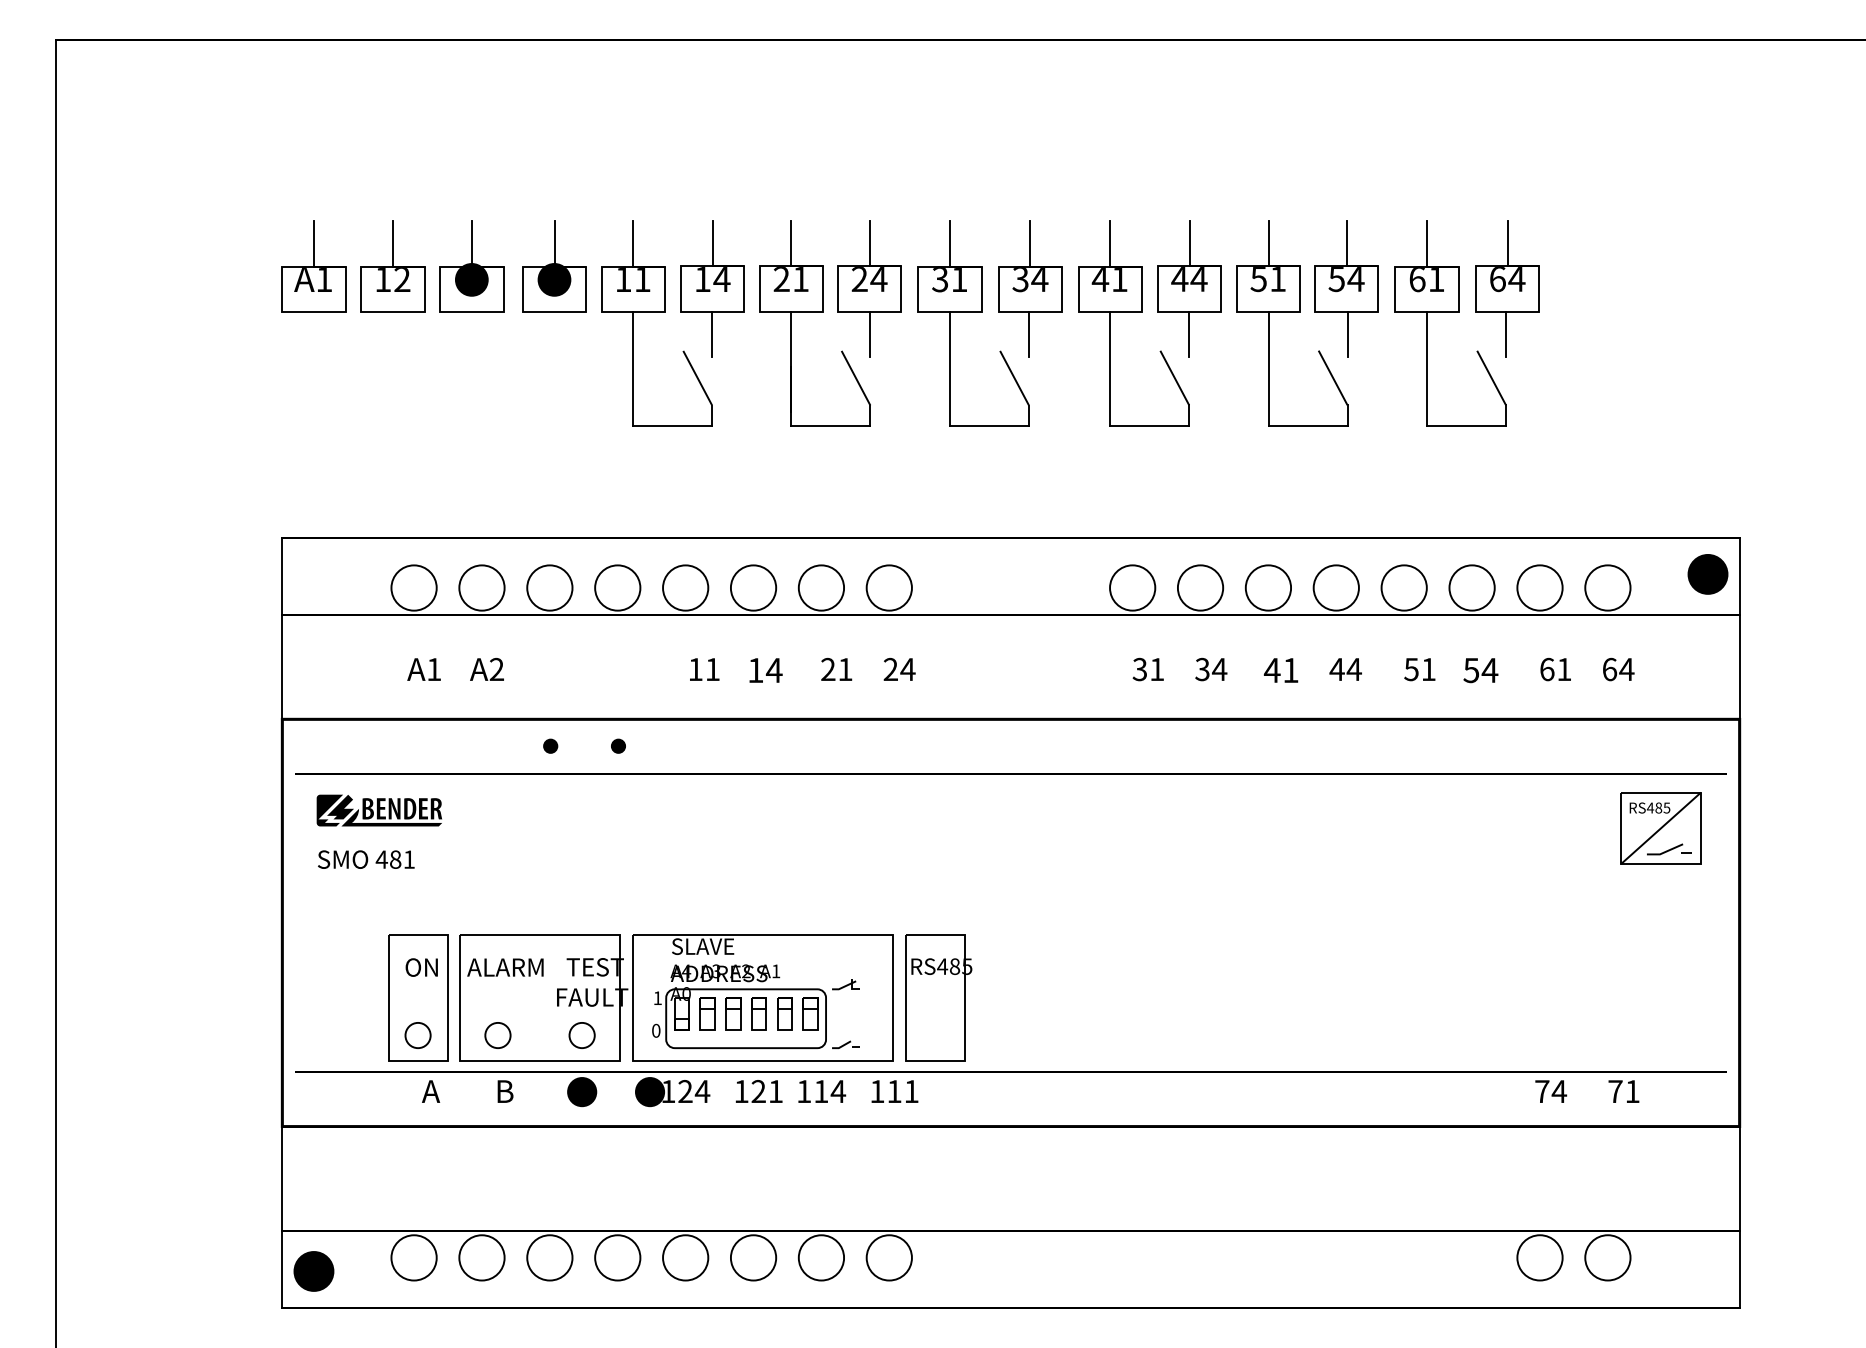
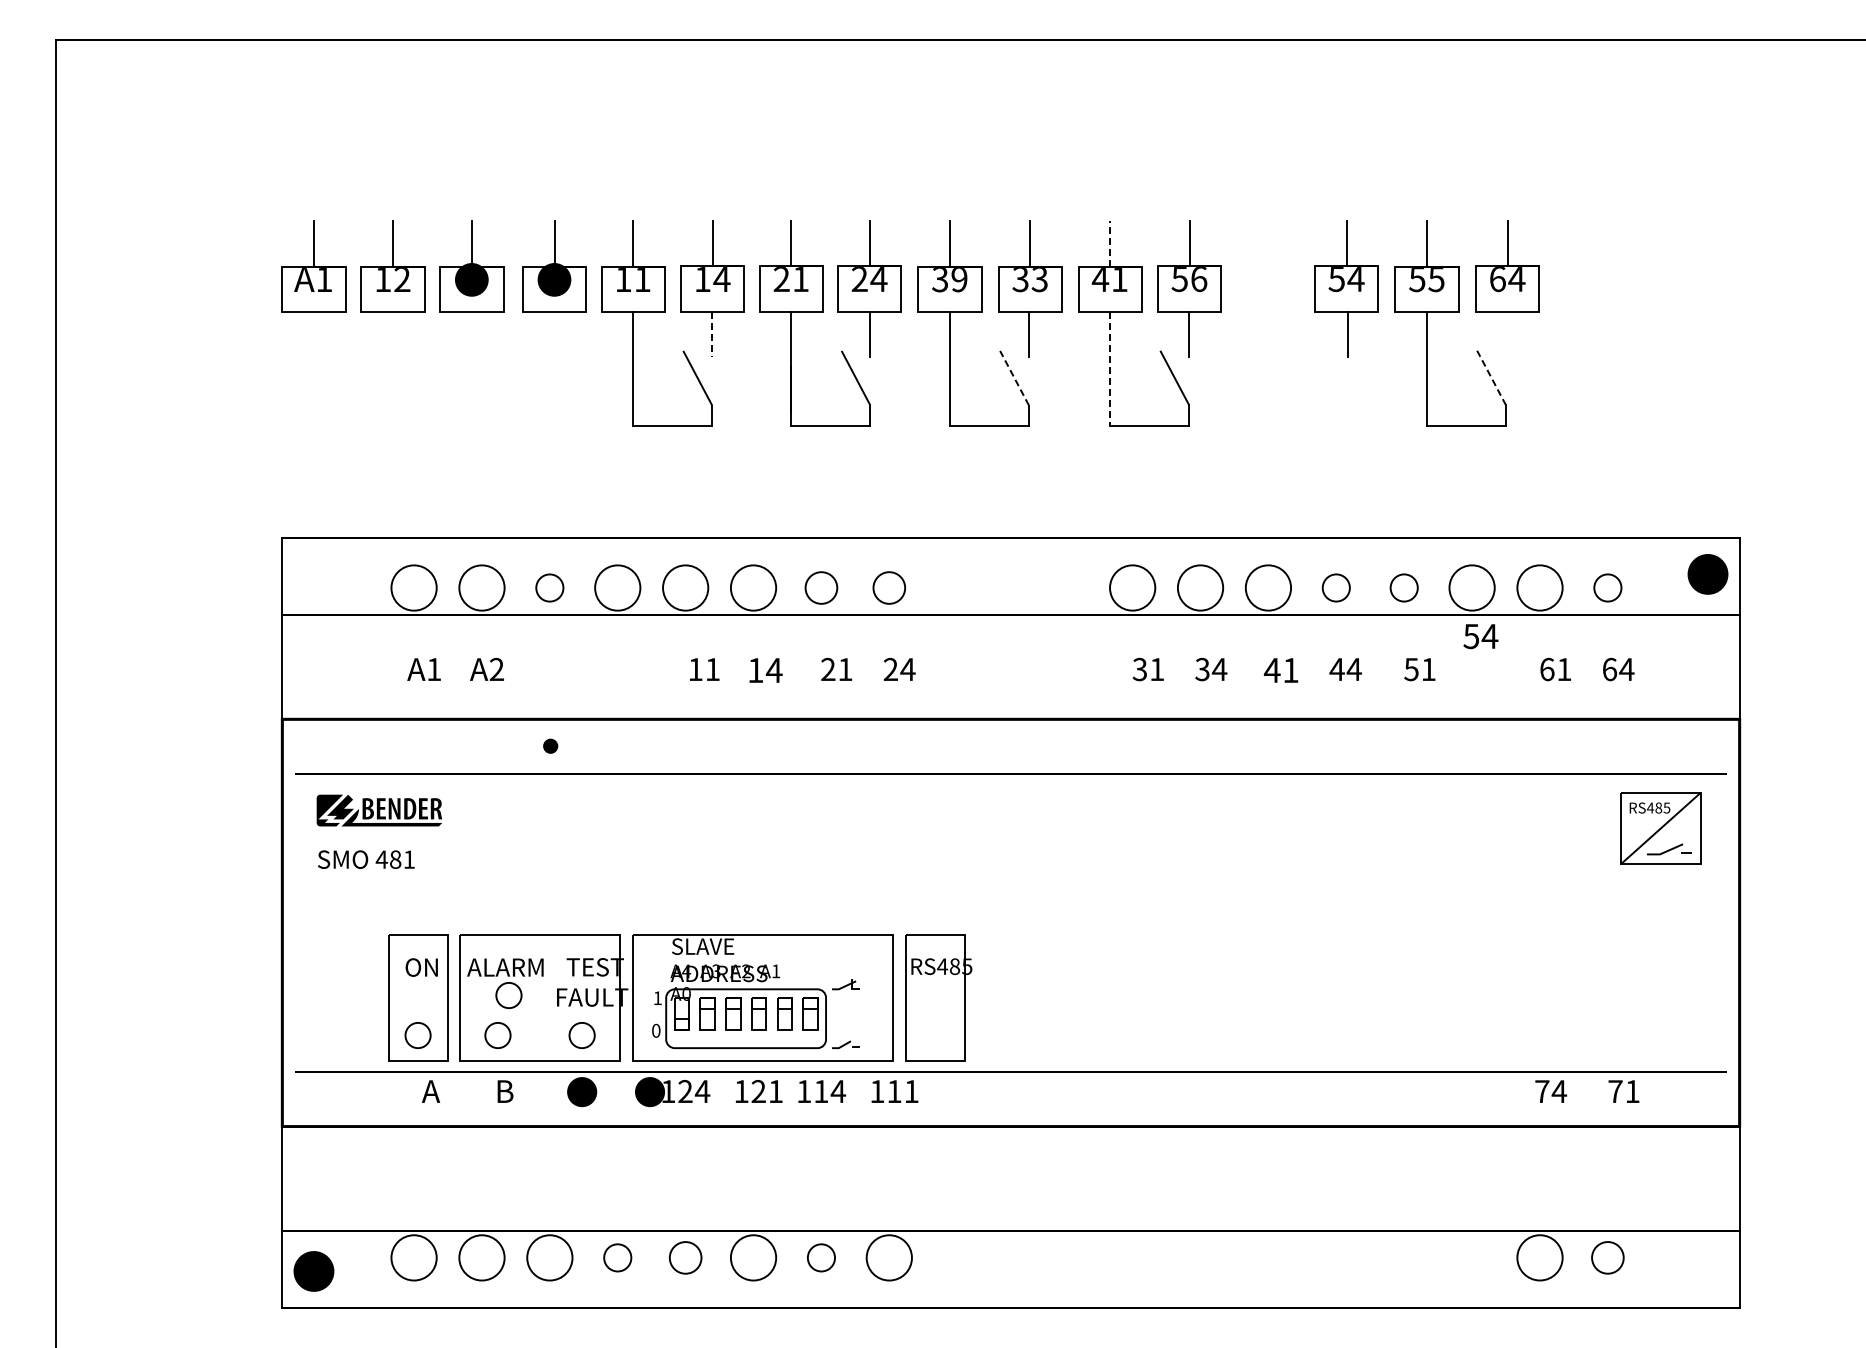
line at (1110, 243): solid -> dashed
text at (1189, 279): 44 -> 56
text at (959, 280): 31 -> 39
text at (1039, 280): 34 -> 33
text at (1426, 280): 61 -> 55
part at (1292, 312): present -> none
line at (712, 334): solid -> dashed
line at (1506, 334): present -> none
line at (1110, 369): solid -> dashed
line at (1014, 378): solid -> dashed
line at (1491, 378): solid -> dashed
circle at (549, 587) diameter: 45 px -> 27 px
circle at (821, 587) diameter: 45 px -> 32 px
circle at (888, 587) diameter: 45 px -> 32 px
circle at (1335, 587) diameter: 45 px -> 27 px
circle at (1403, 587) diameter: 45 px -> 27 px
circle at (1607, 587) diameter: 45 px -> 27 px
text at (1480, 670) position: (1480, 670) -> (1480, 636)
fill at (618, 745): present -> none
part at (508, 995): none -> present
circle at (617, 1257) diameter: 45 px -> 27 px
circle at (685, 1257) diameter: 45 px -> 32 px
circle at (821, 1257) diameter: 45 px -> 27 px
circle at (1607, 1257) diameter: 45 px -> 32 px
